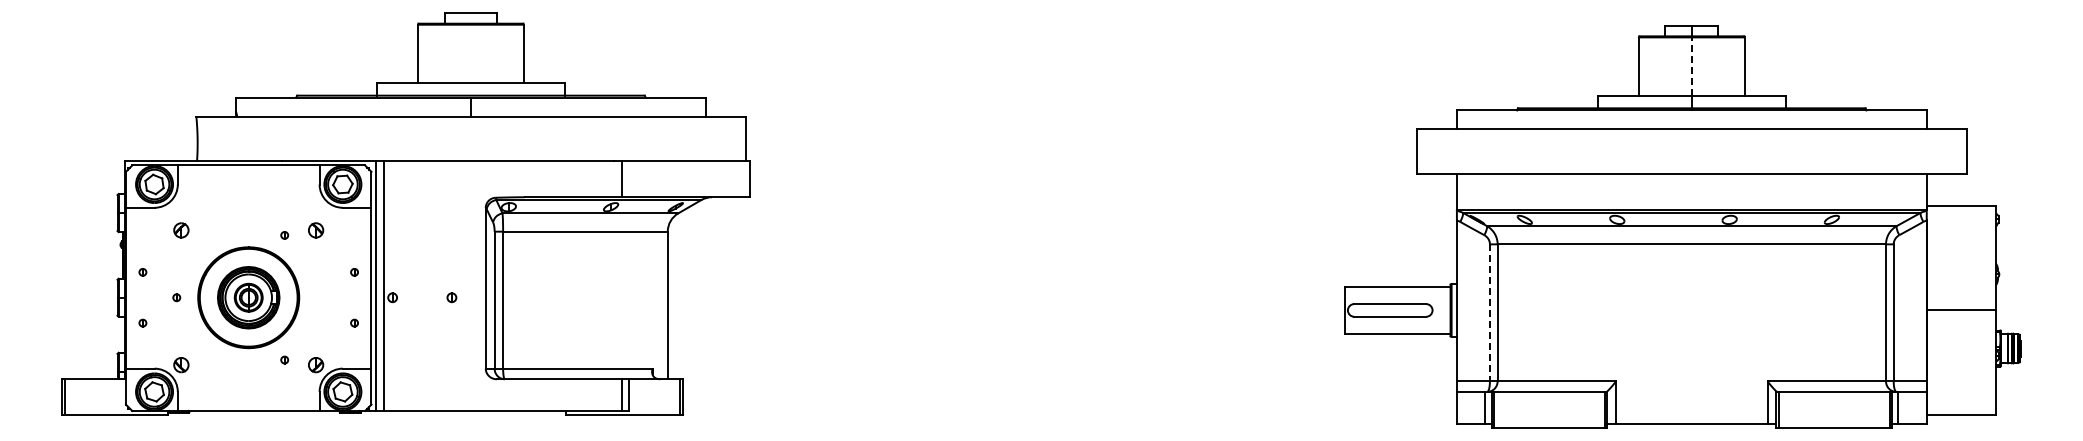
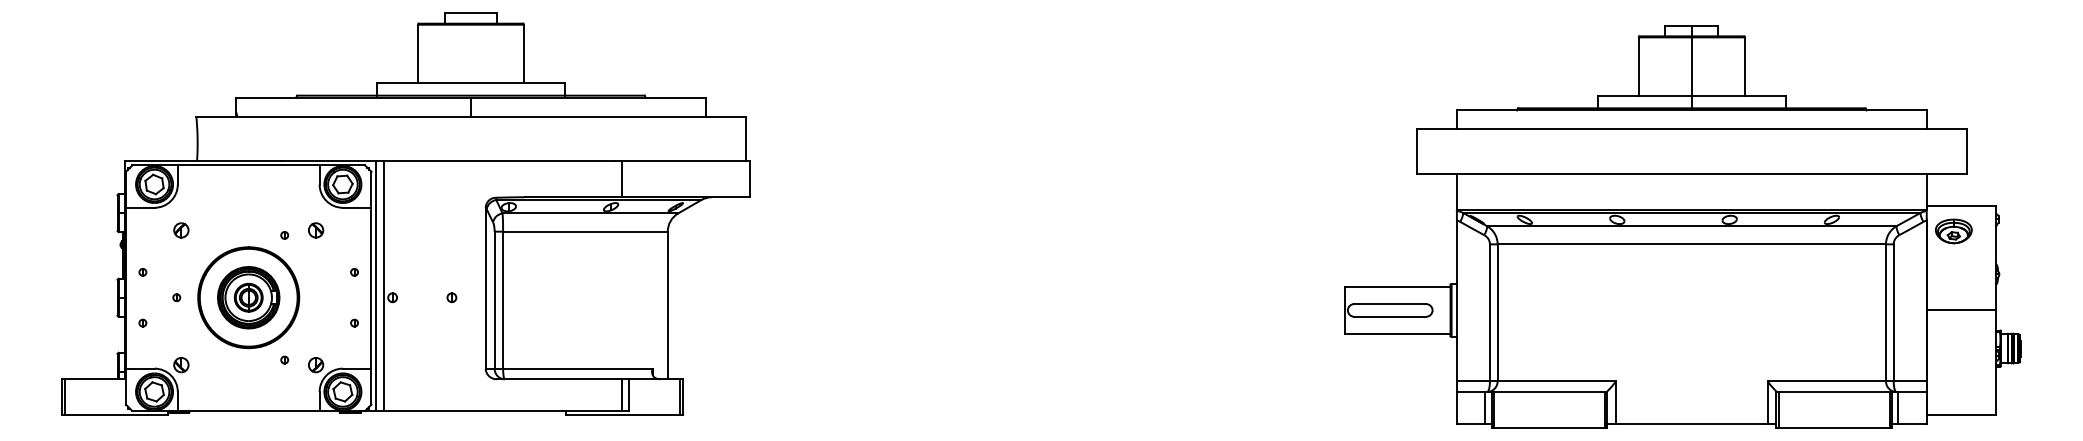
line at (1691, 66): dashed -> solid
part at (1953, 231): none -> present
line at (1489, 313): dashed -> solid
